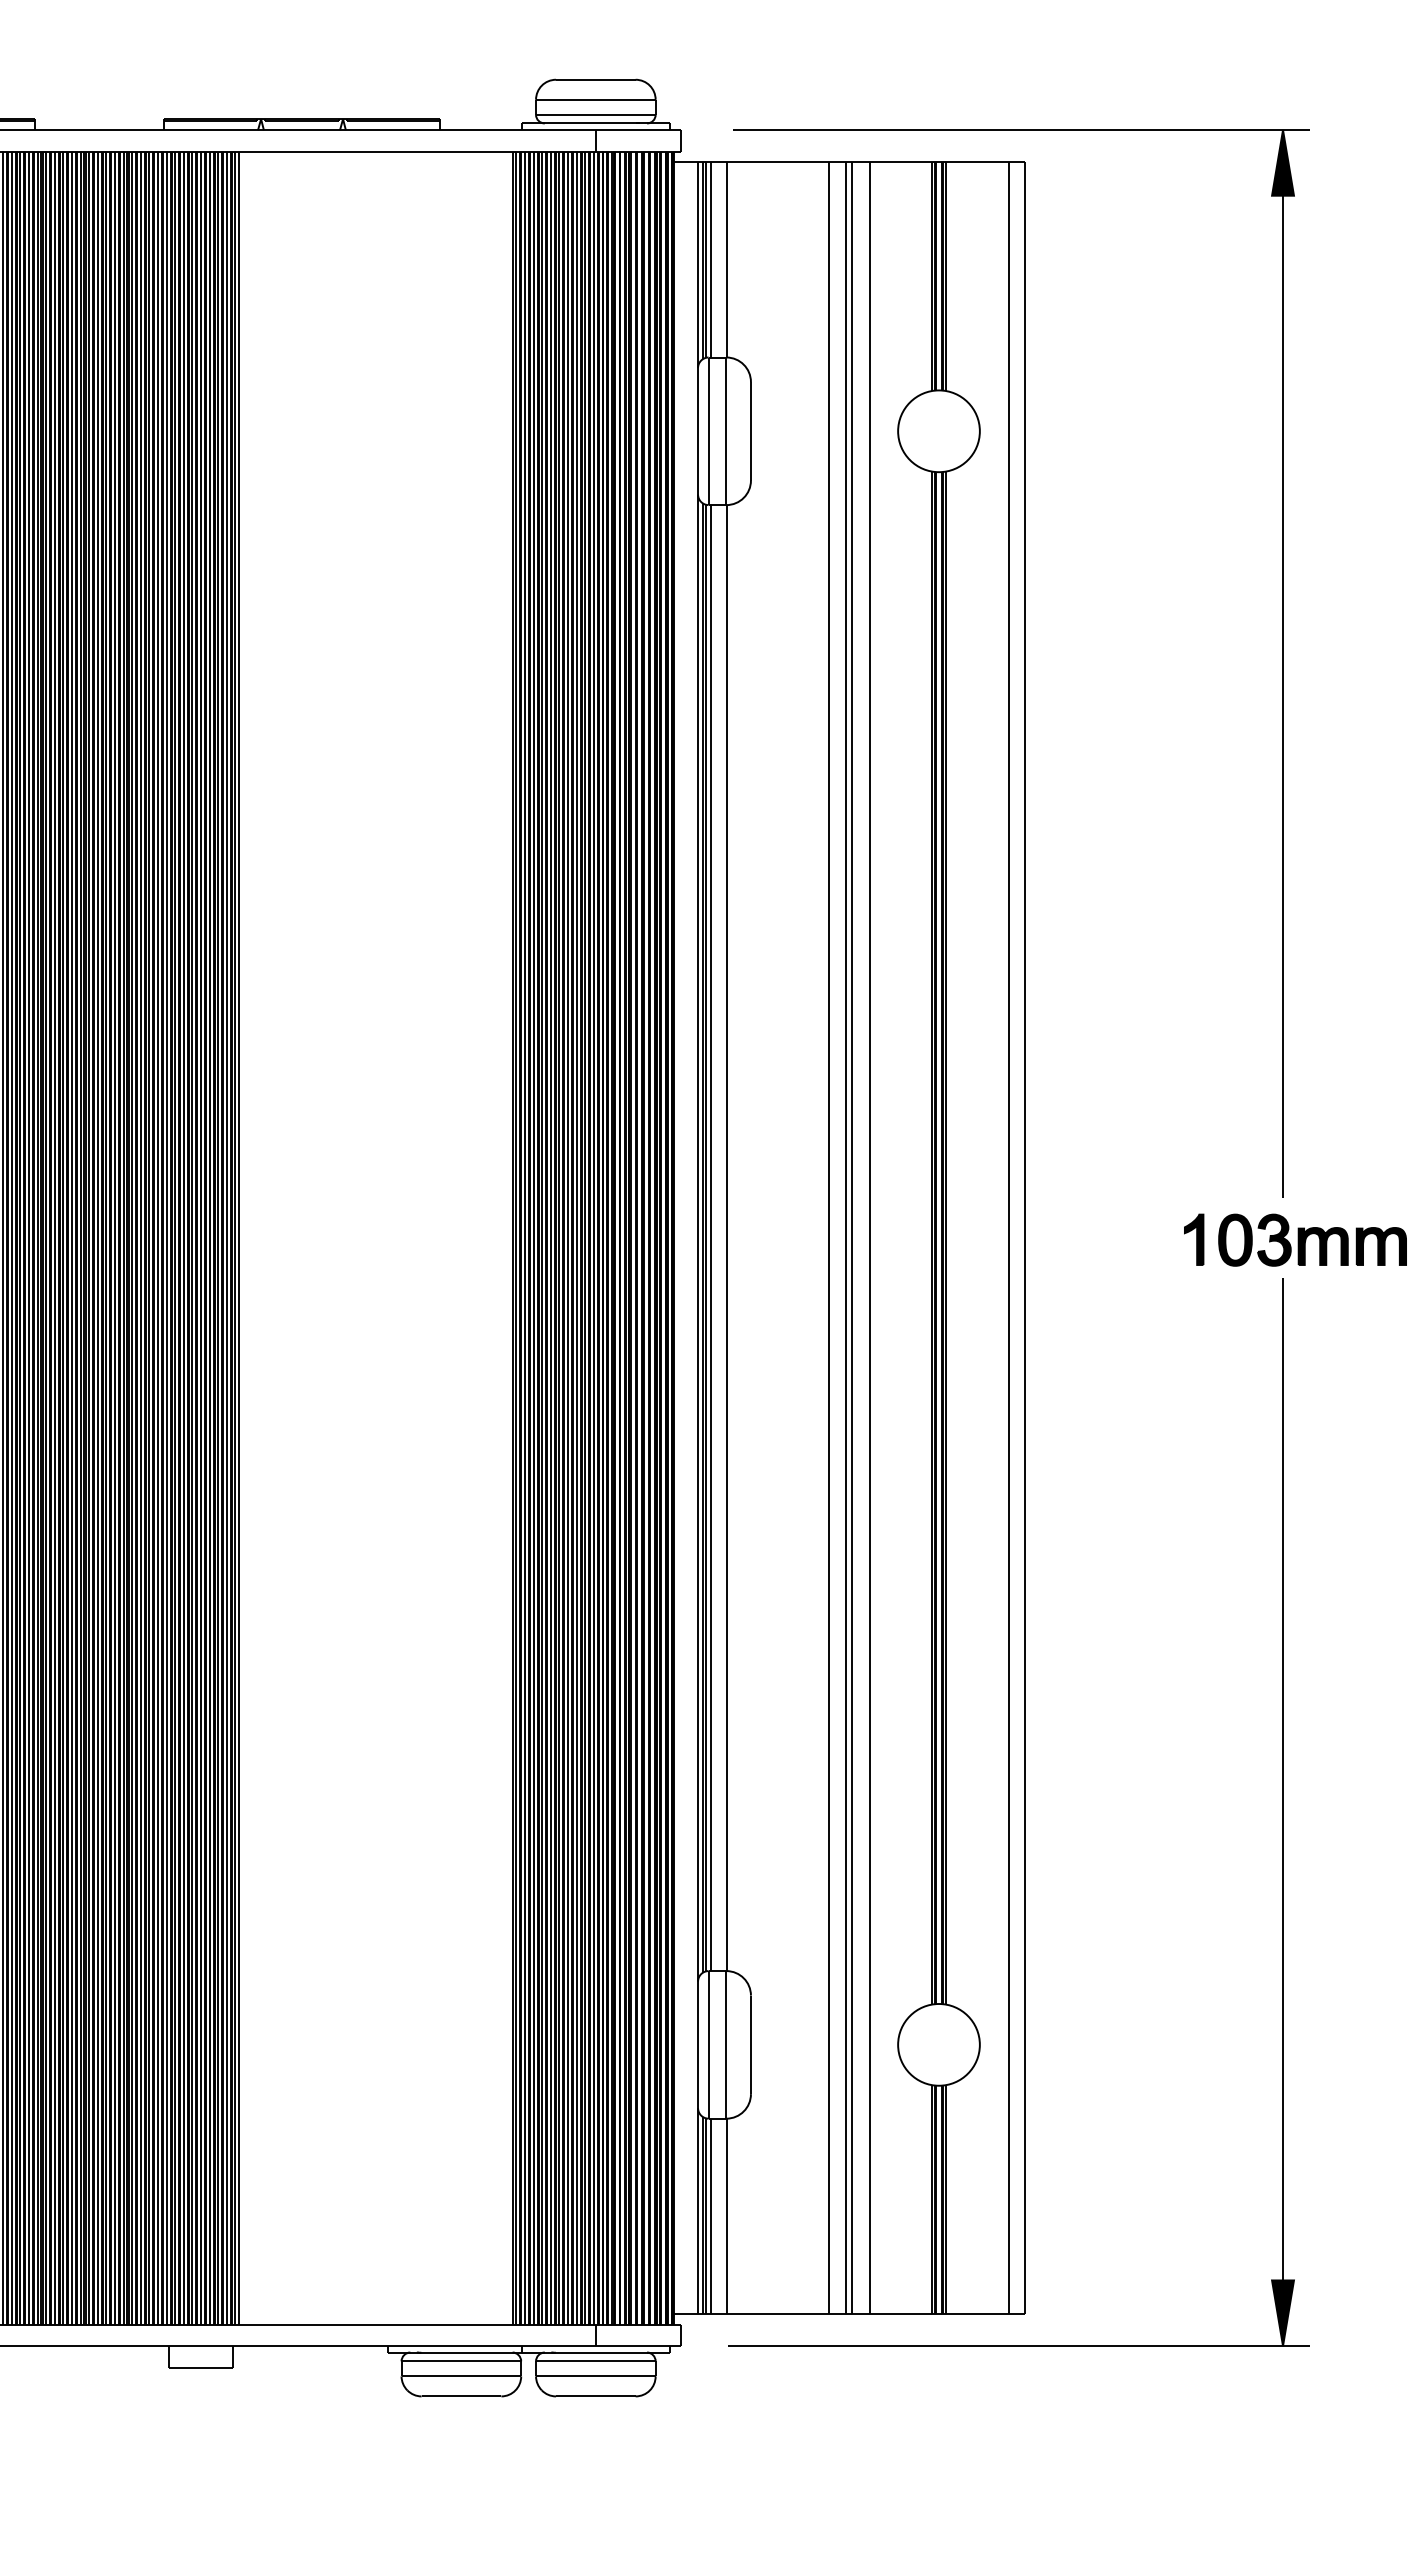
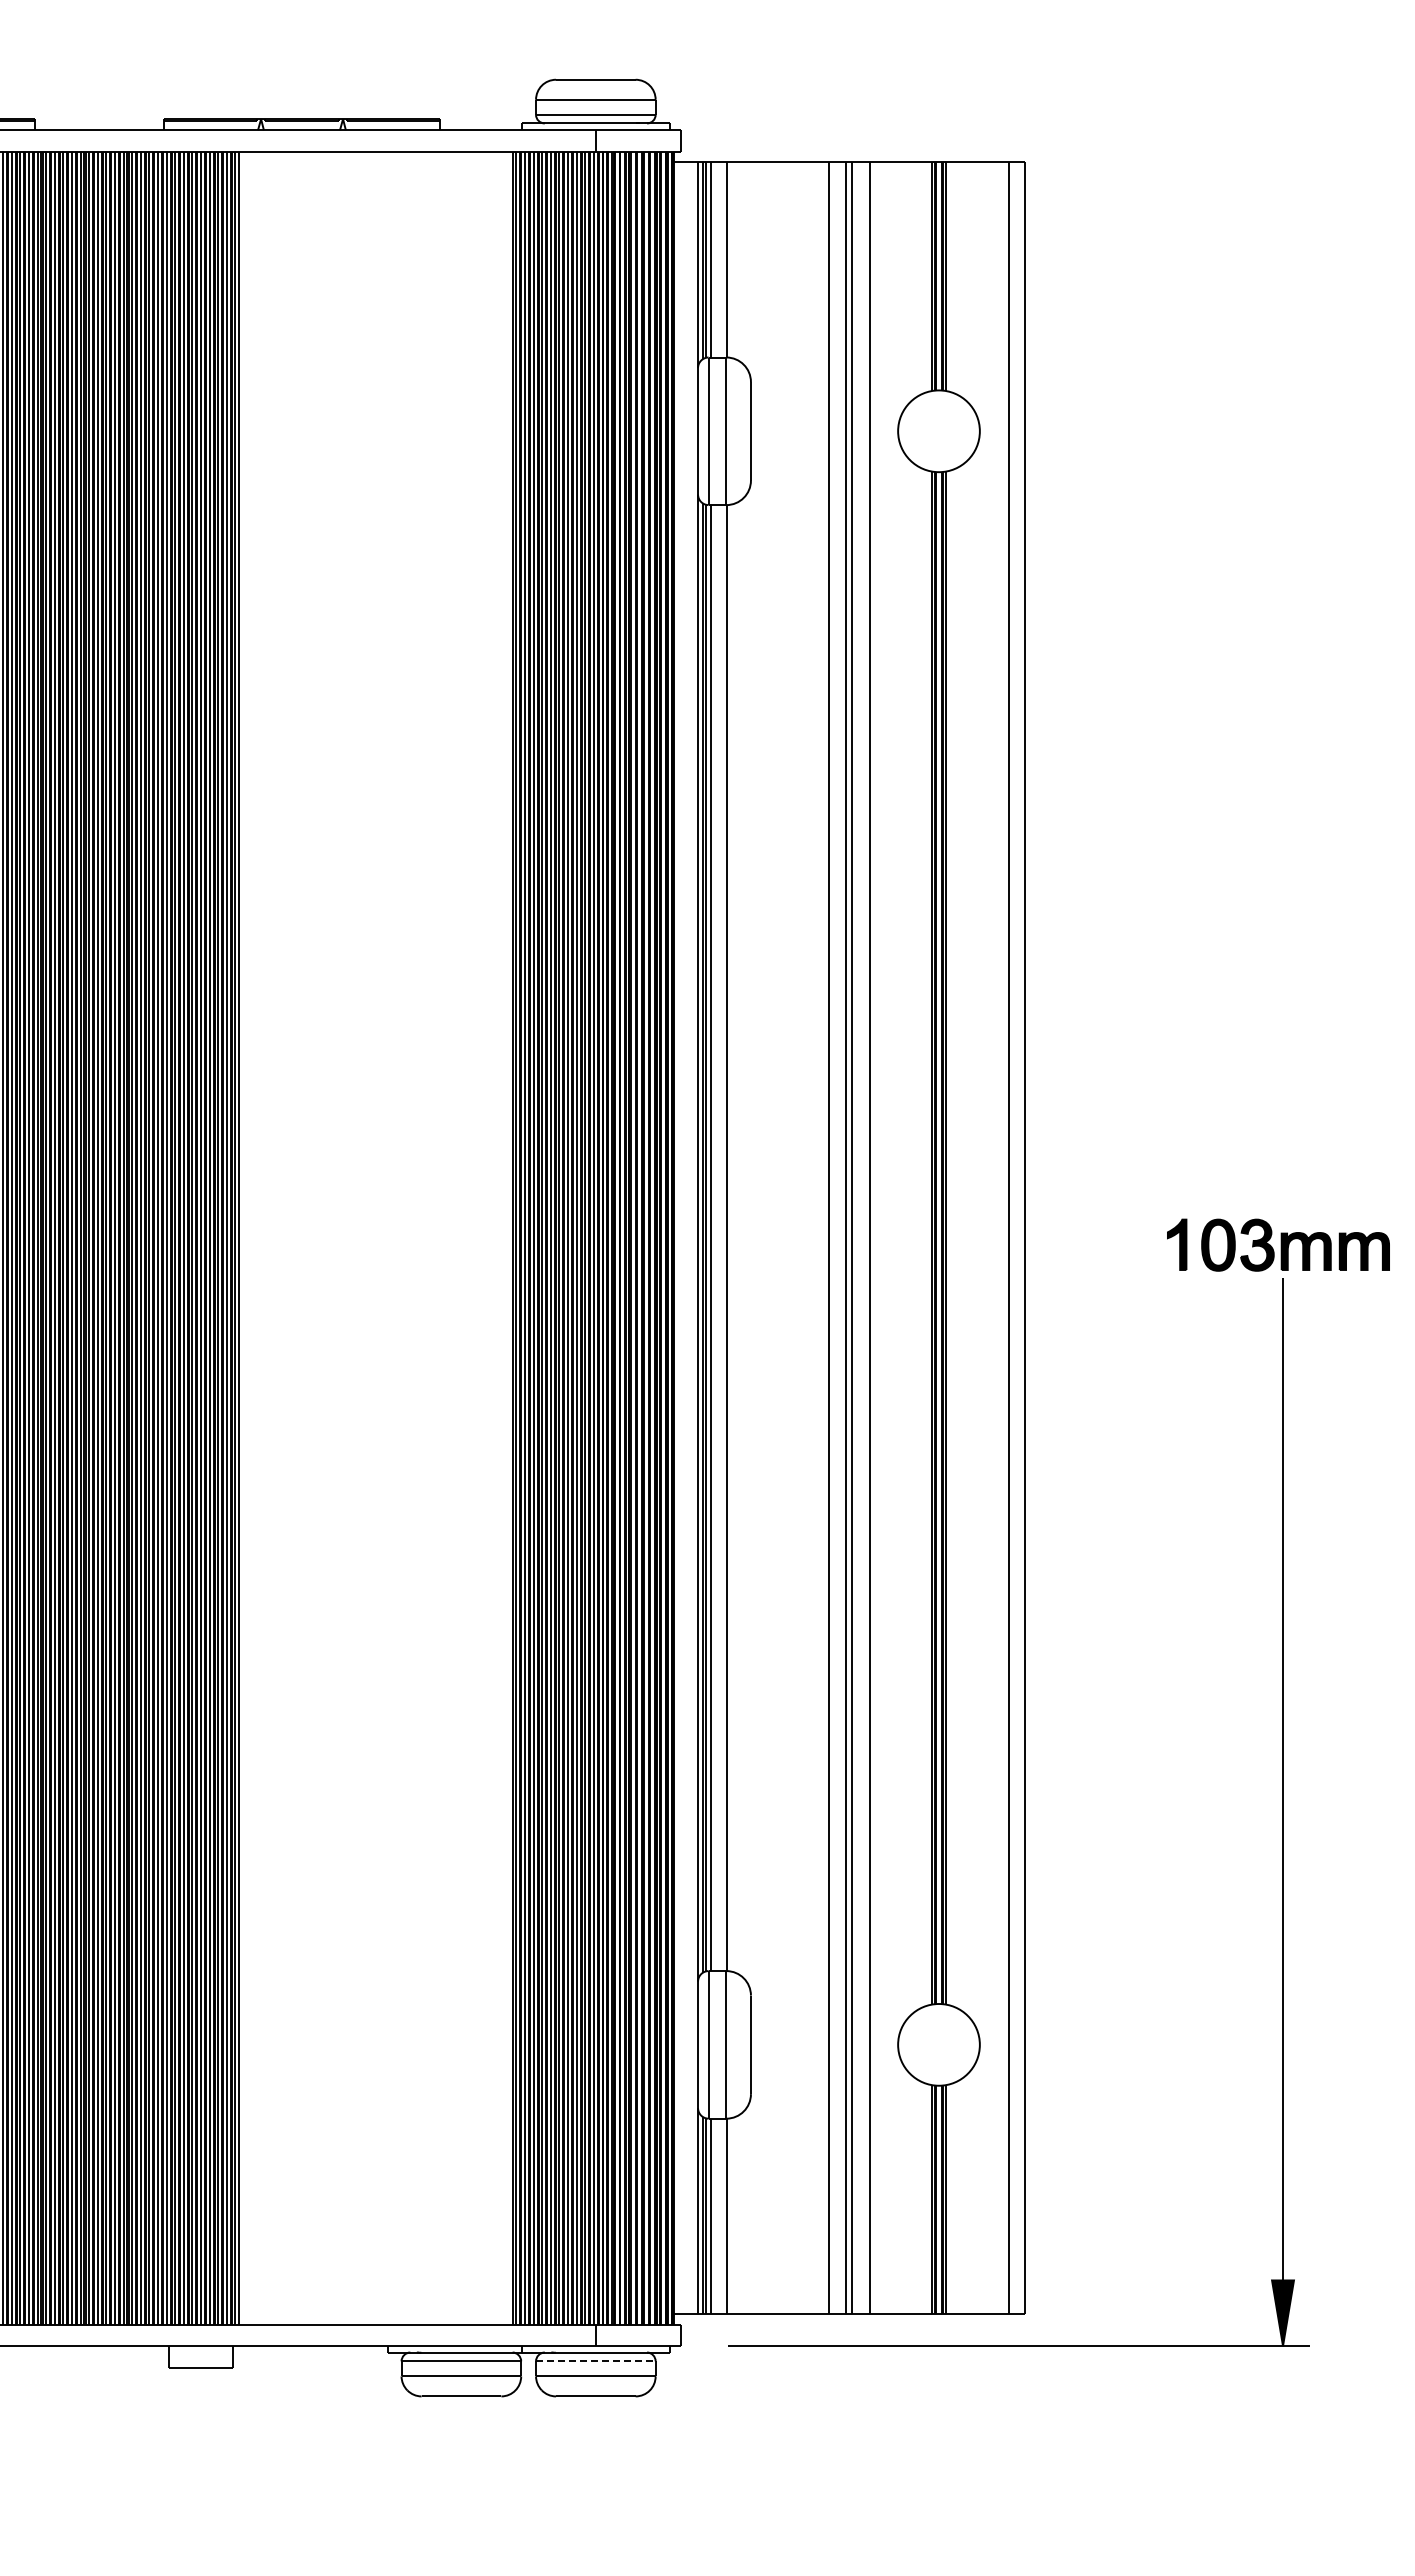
part at (1282, 663): present -> none
part at (1295, 1239) position: (1295, 1239) -> (1278, 1244)
line at (595, 2361): solid -> dashed
